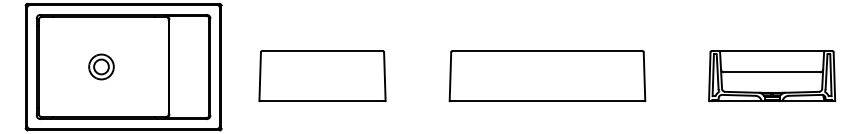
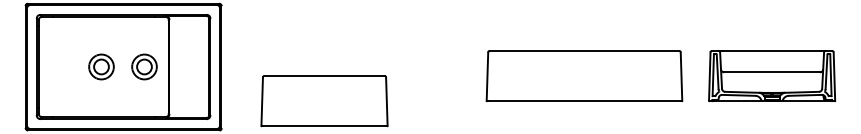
part at (144, 66): none -> present
part at (322, 76) position: (322, 76) -> (324, 101)
part at (547, 76) position: (547, 76) -> (584, 76)
